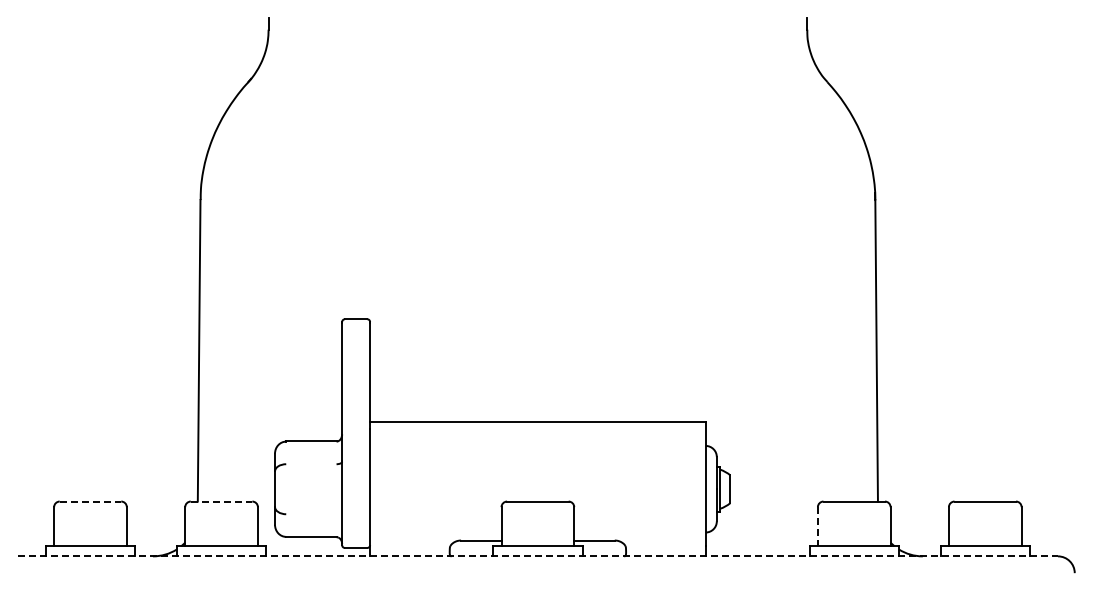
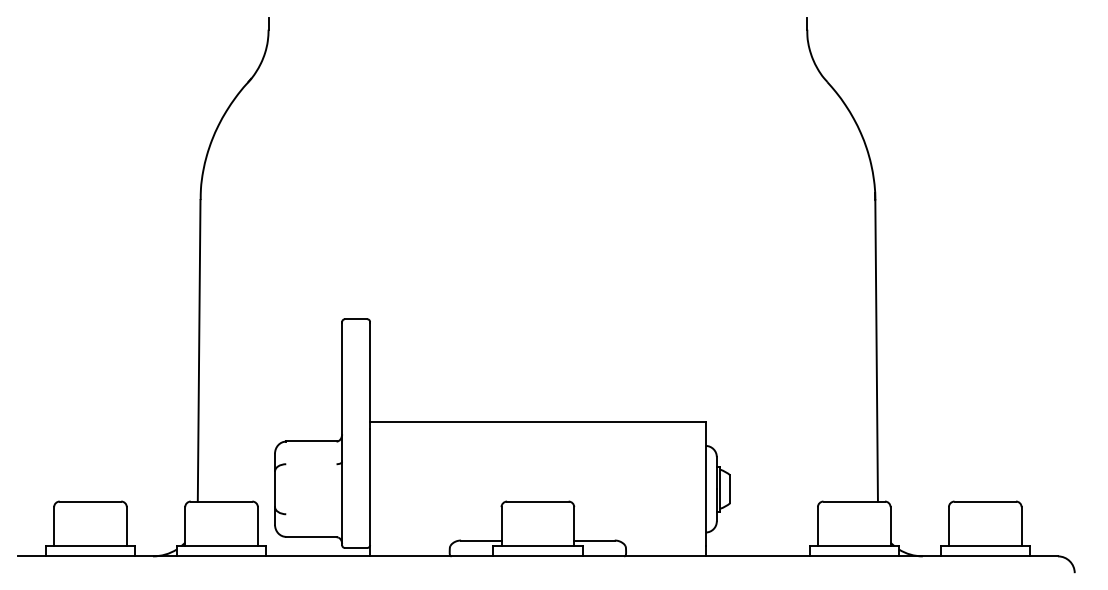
line at (90, 501): dashed -> solid
line at (221, 501): dashed -> solid
line at (817, 526): dashed -> solid
line at (538, 556): dashed -> solid
